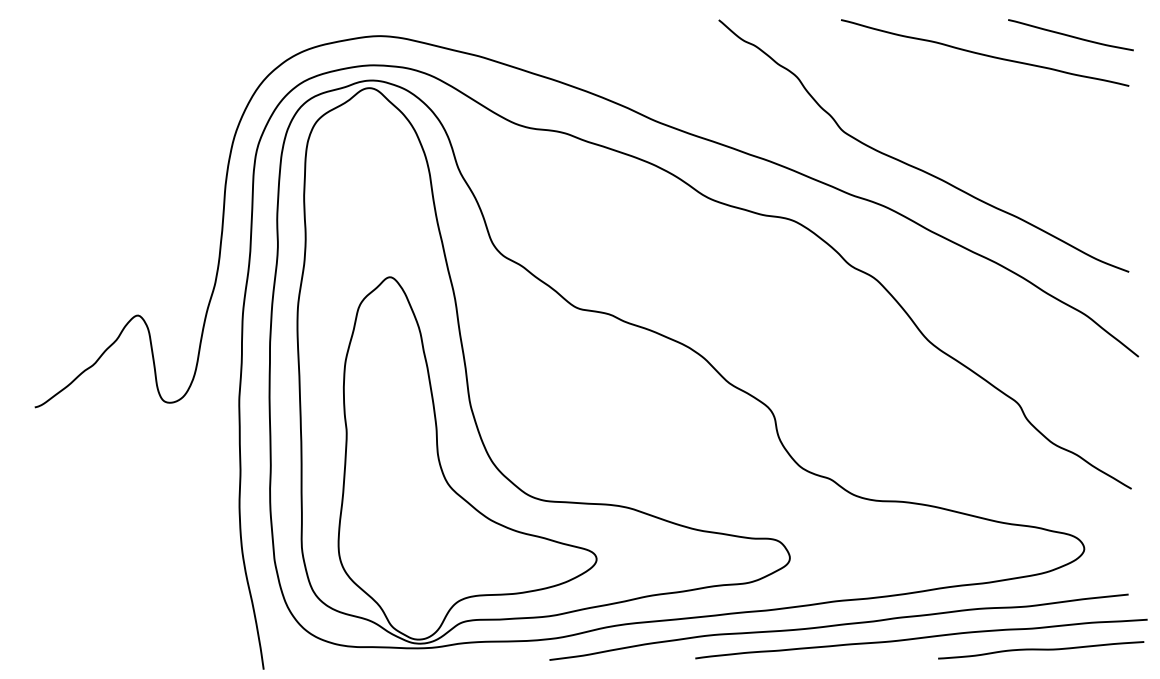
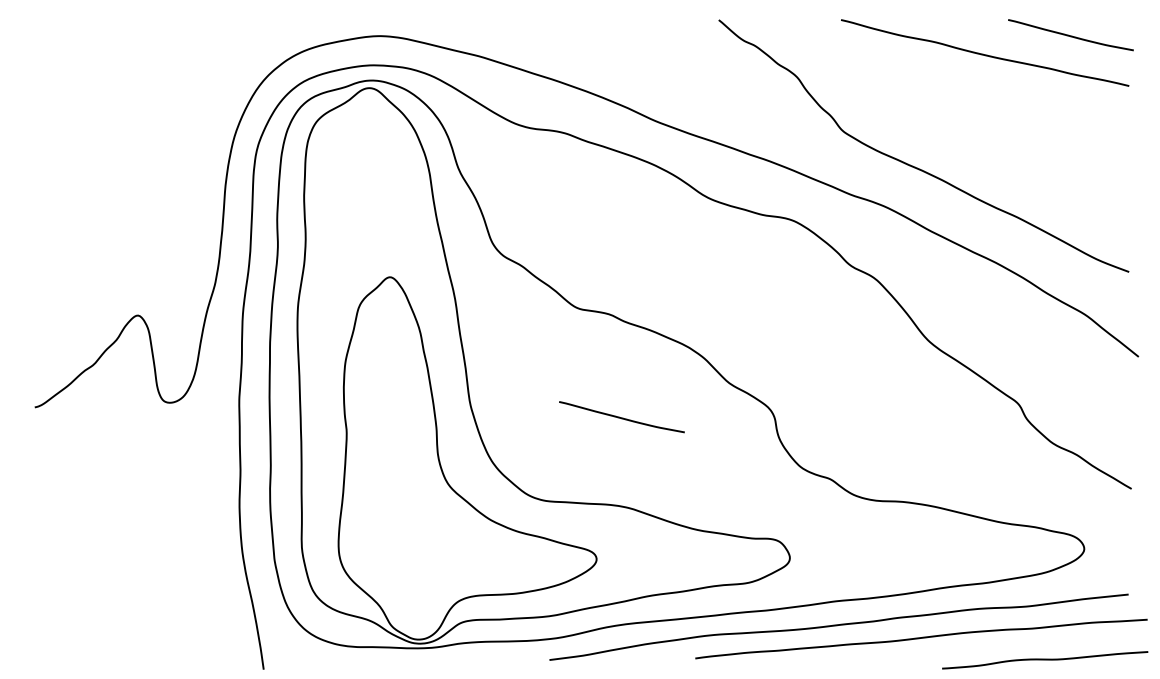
curve at (621, 417): none -> present
curve at (1041, 650) position: (1041, 650) -> (1045, 660)
